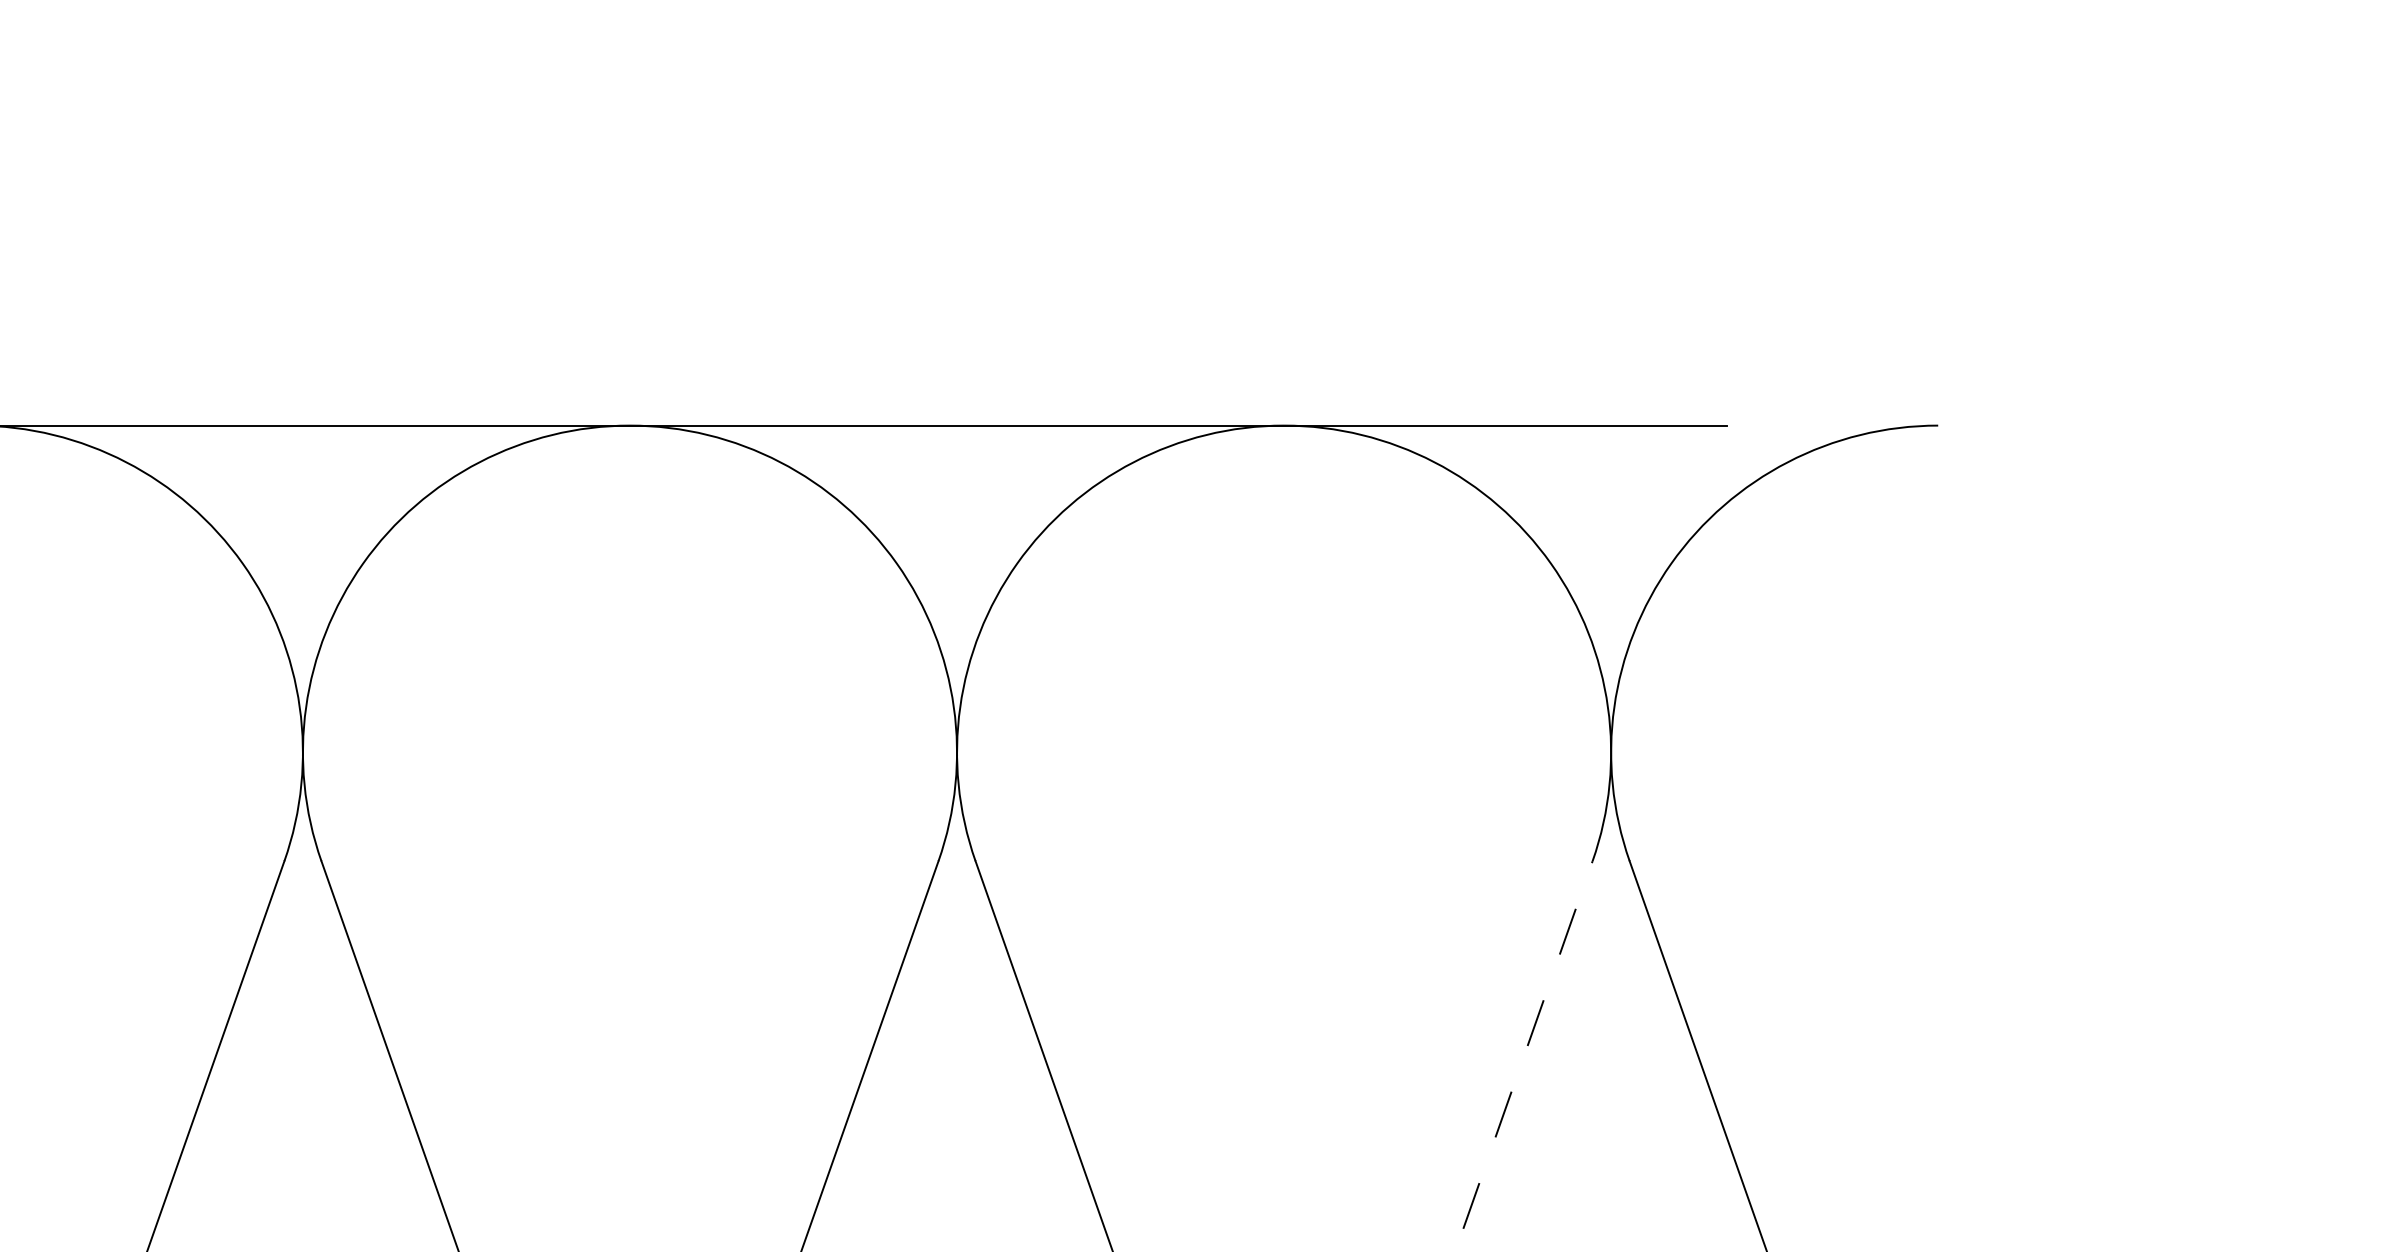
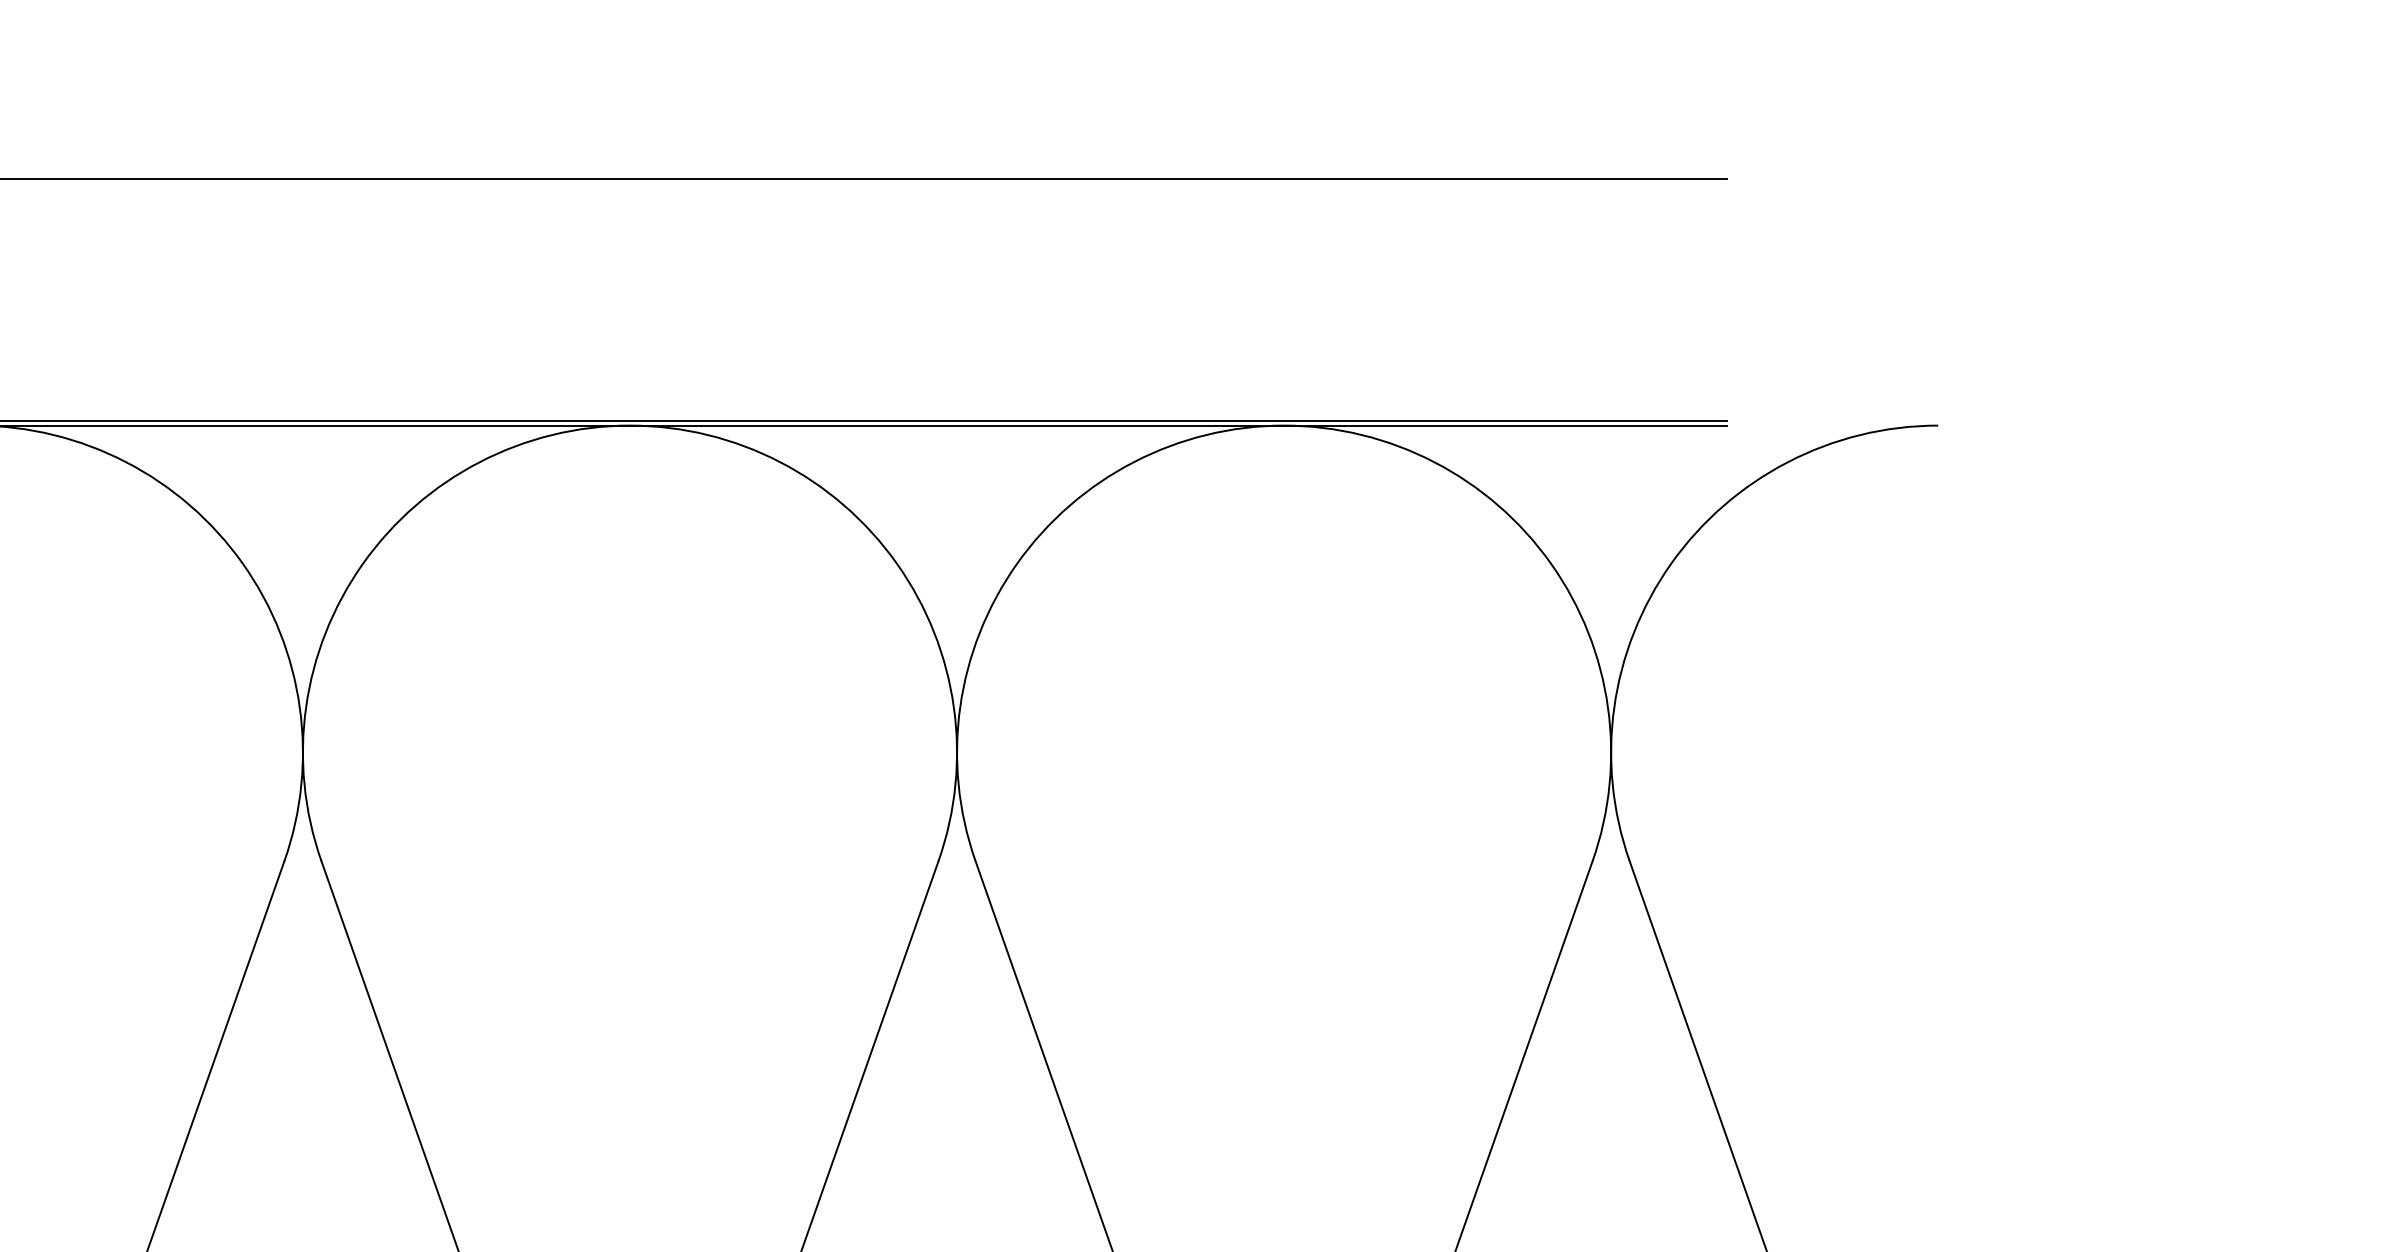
line at (864, 178): none -> present
line at (864, 420): none -> present
line at (1524, 1056): dashed -> solid
